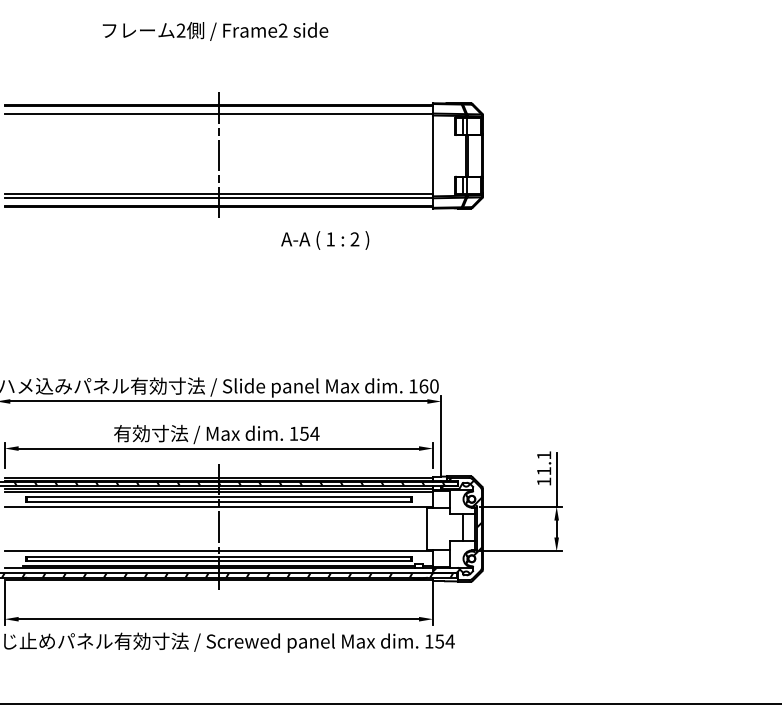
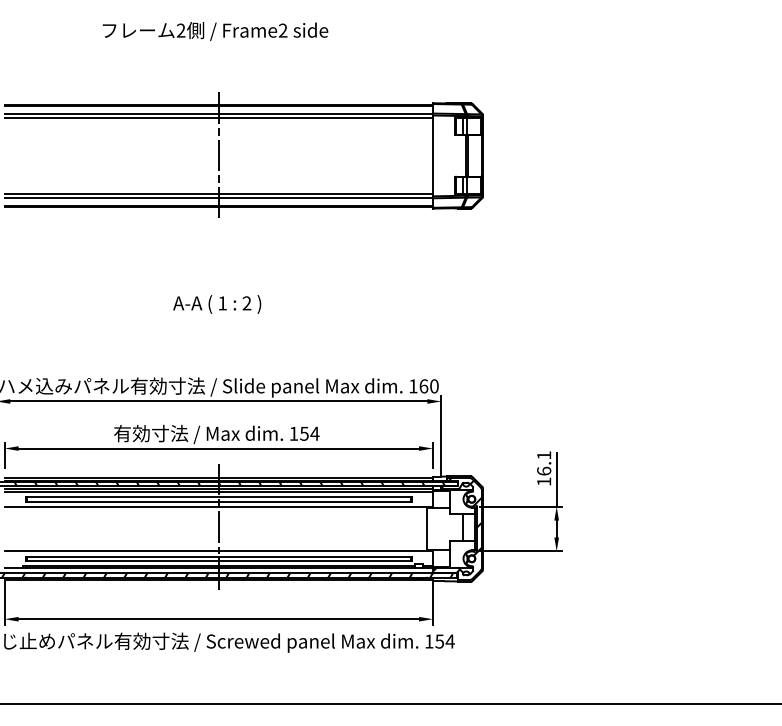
line at (218, 118): none -> present
text at (325, 240) position: (325, 240) -> (217, 304)
text at (544, 470): 11.1 -> 16.1
